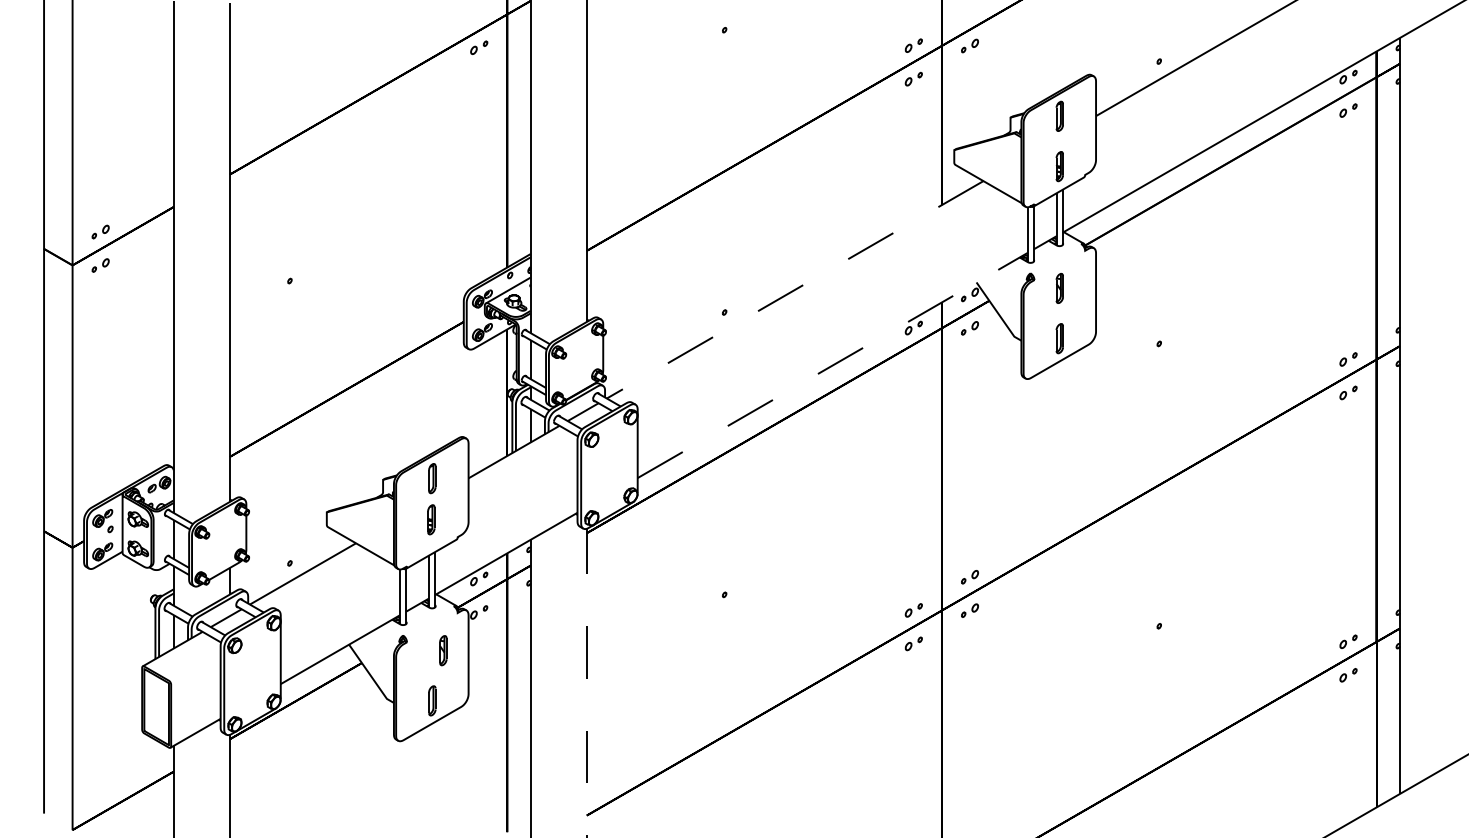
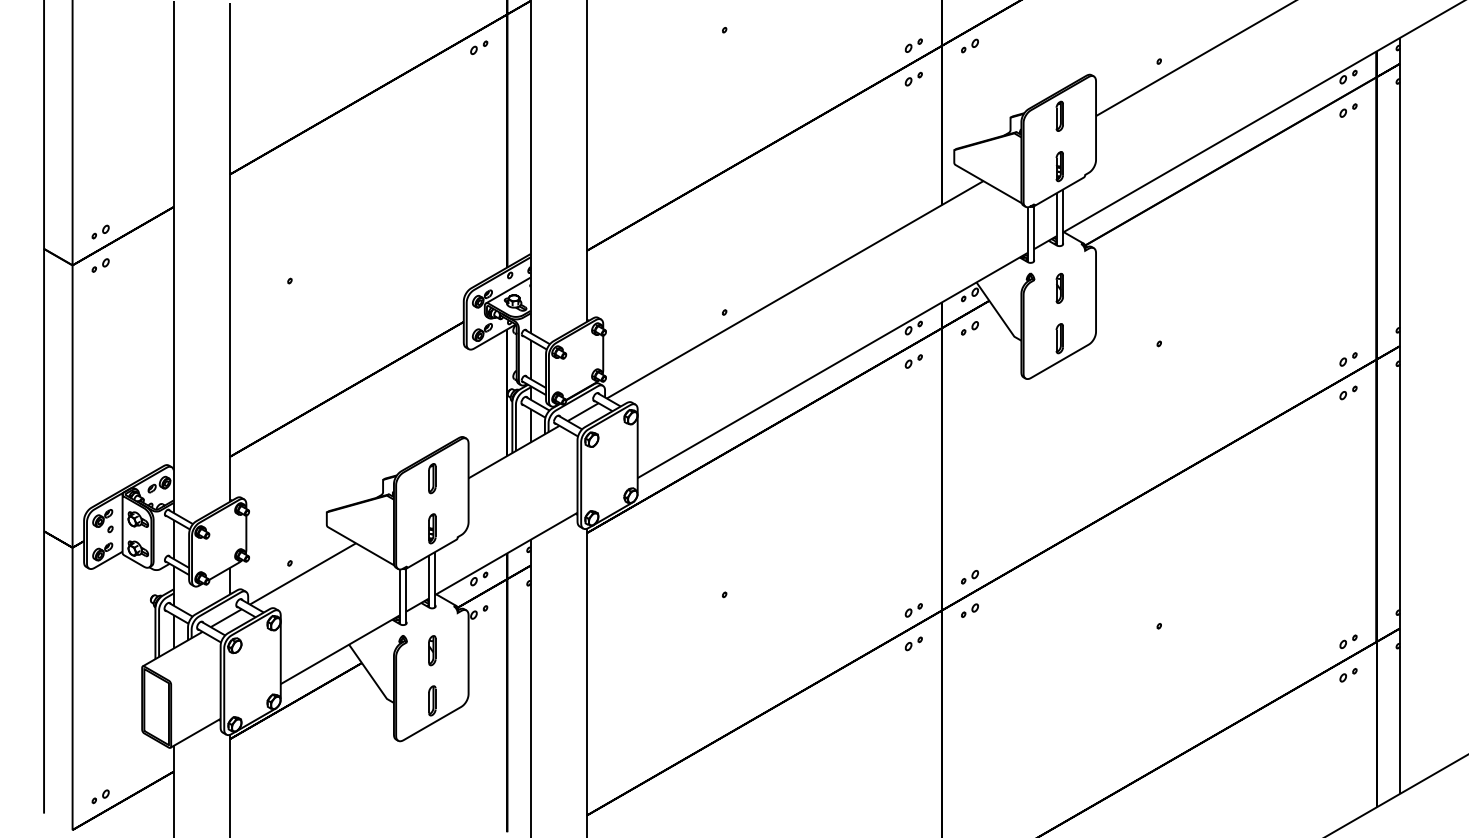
line at (794, 290): dashed -> solid
part at (913, 361): none -> present
line at (833, 365): dashed -> solid
part at (431, 519) position: (431, 519) -> (432, 528)
part at (443, 650) position: (443, 650) -> (432, 650)
line at (586, 682): dashed -> solid
part at (100, 796): none -> present
